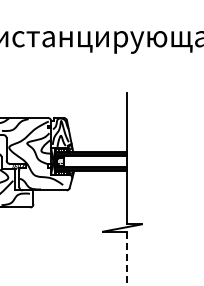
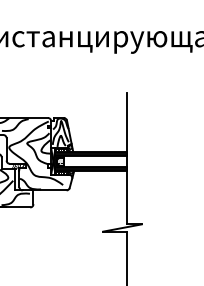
line at (127, 258): dashed -> solid
